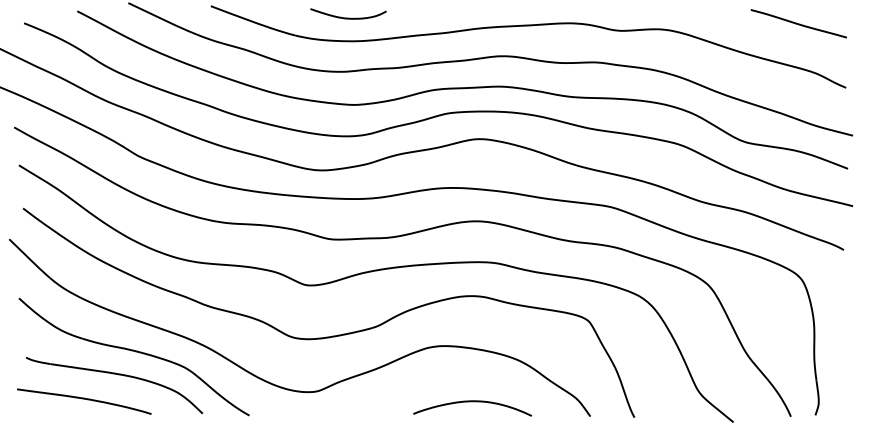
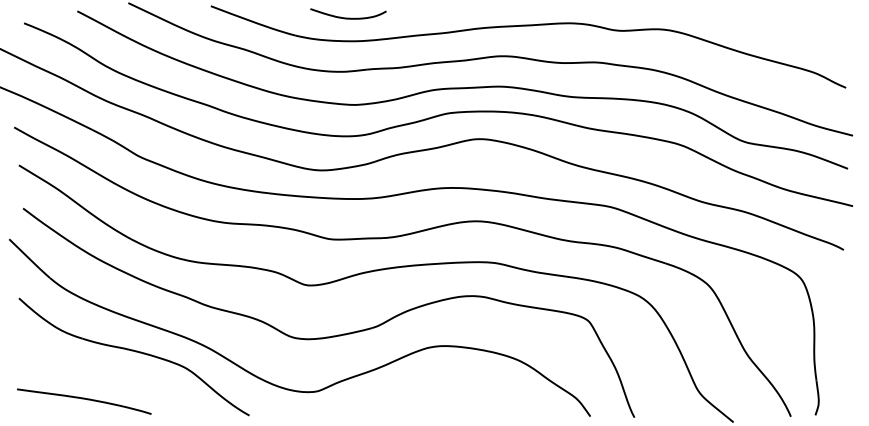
line at (798, 23): present -> none
part at (113, 374): present -> none
curve at (472, 402): present -> none
